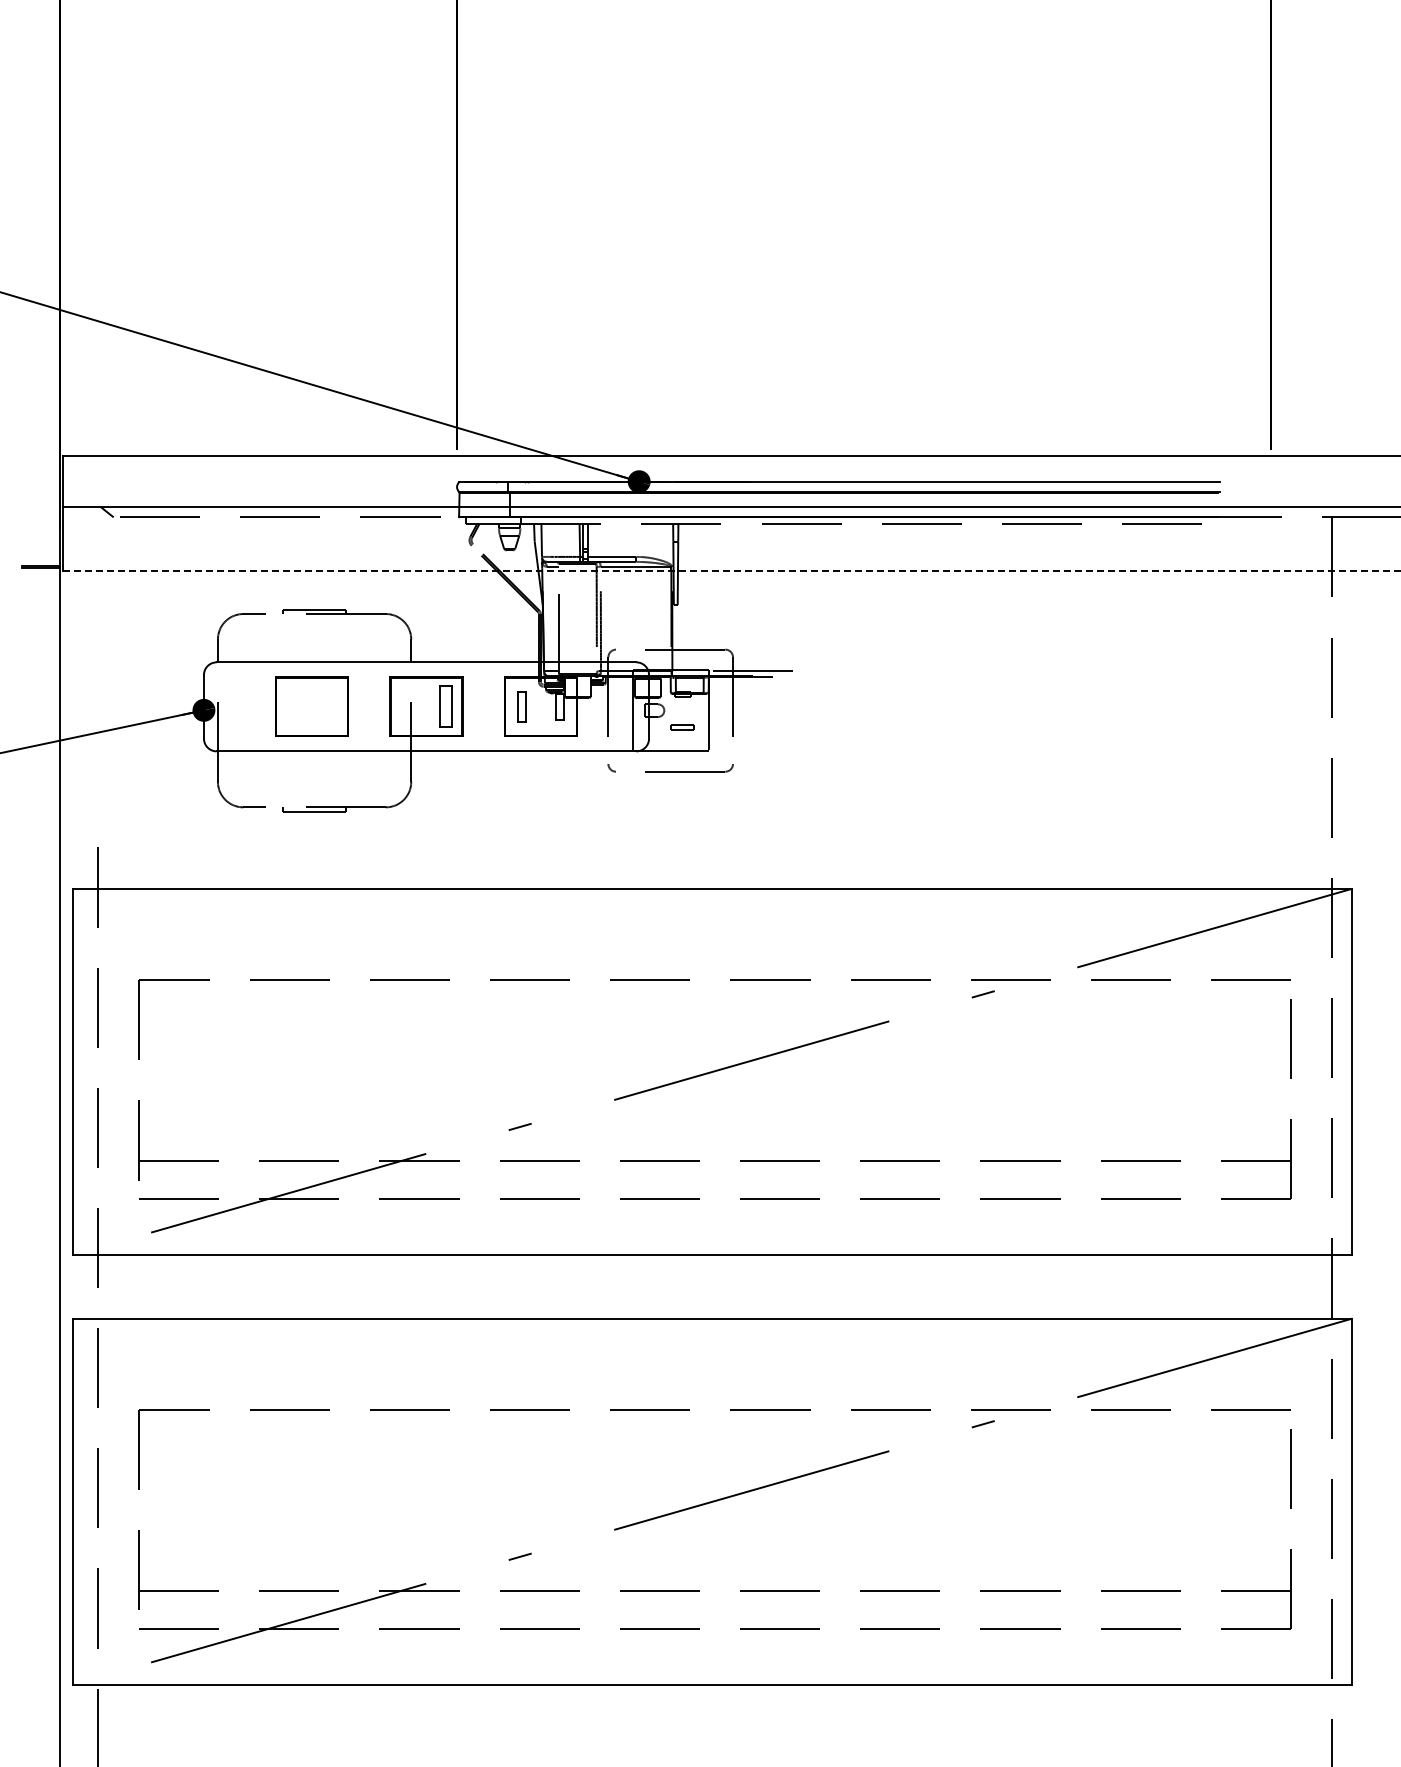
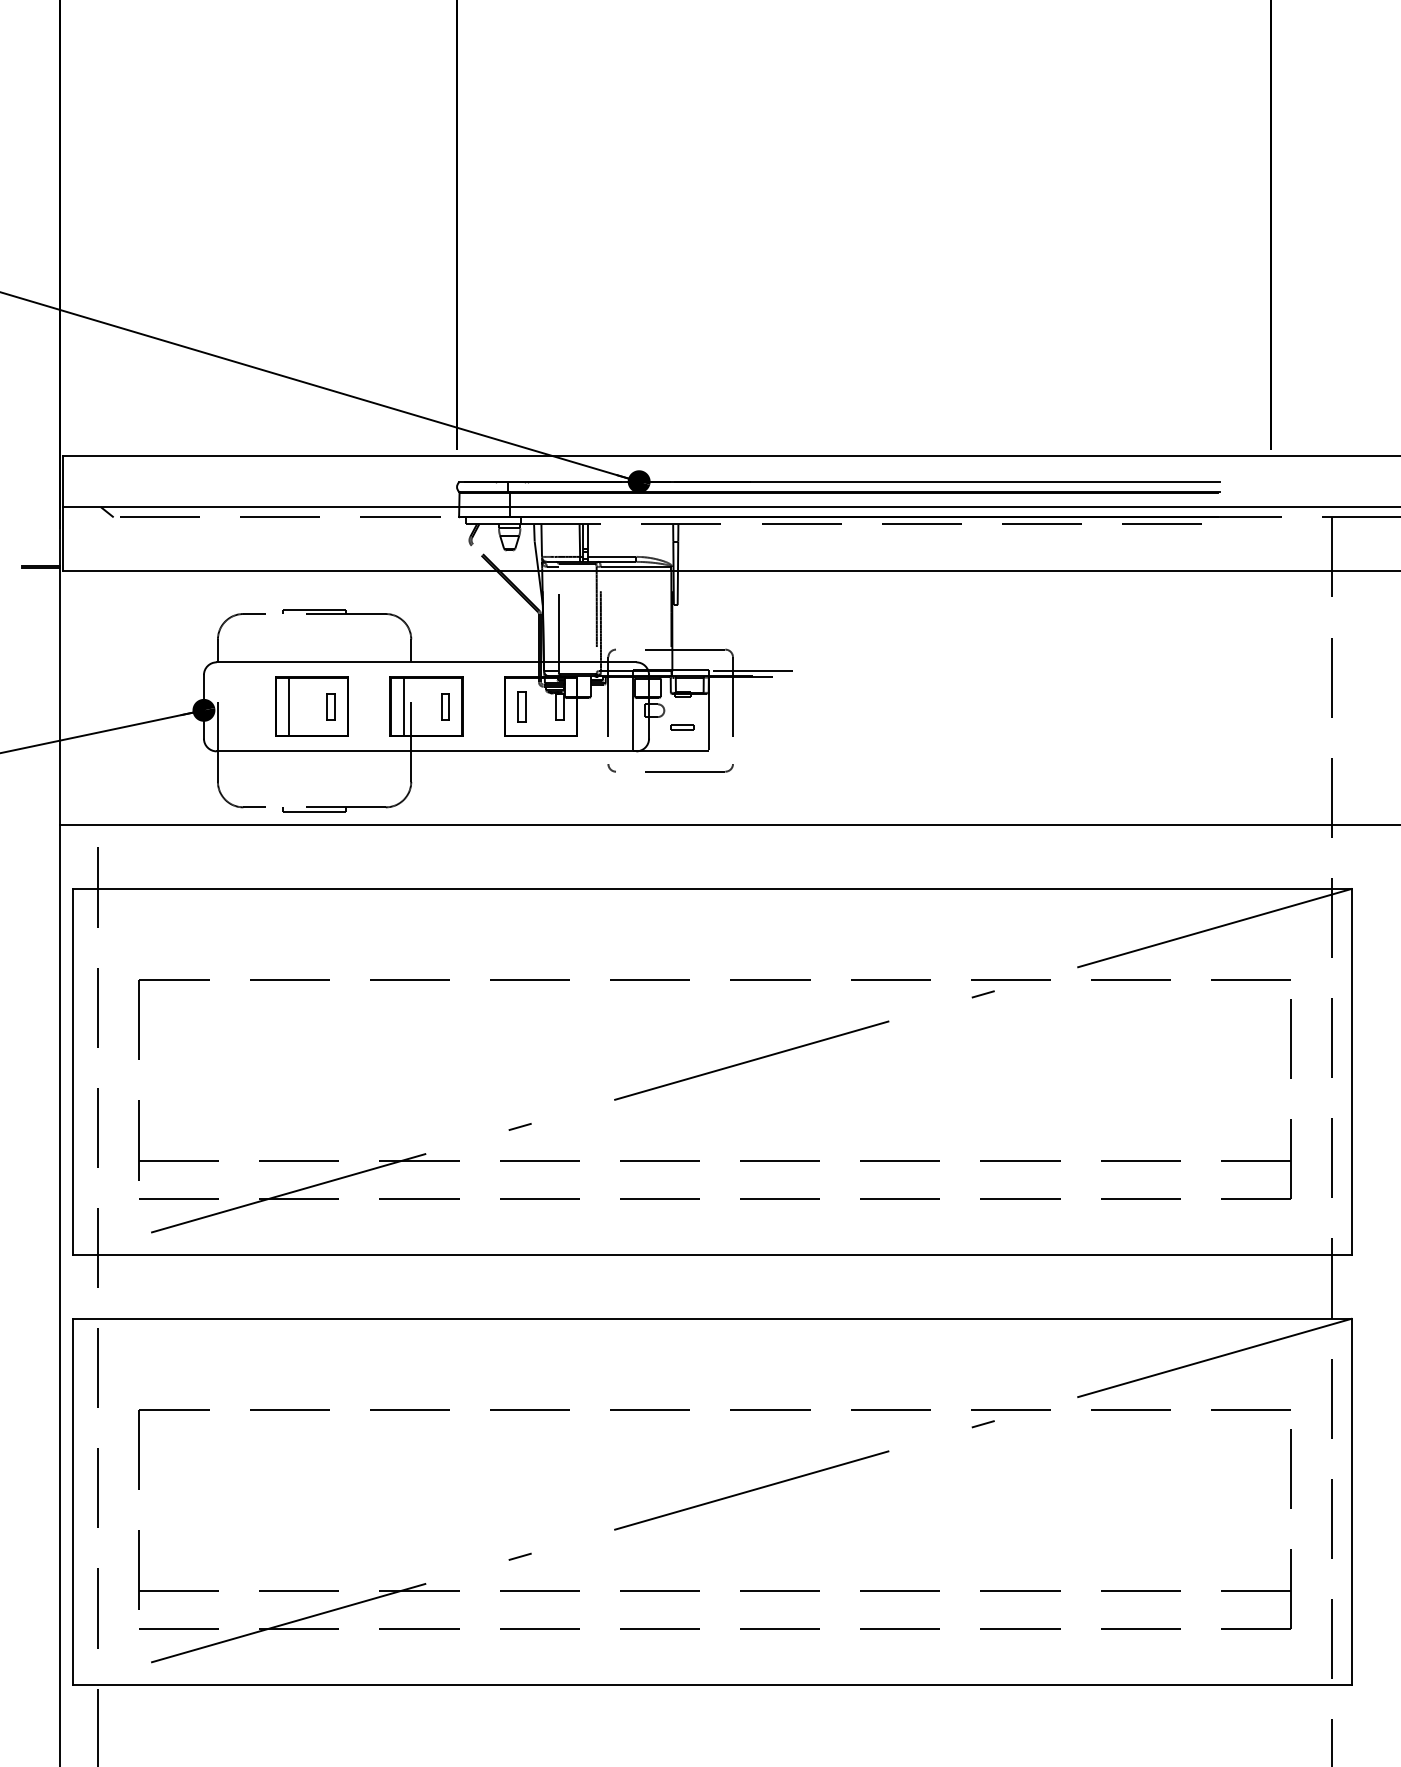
line at (731, 570): dashed -> solid
line at (289, 706): none -> present
part at (330, 706): none -> present
line at (403, 706): none -> present
part at (445, 706) size: 14x43 px -> 9x28 px
line at (728, 825): none -> present
